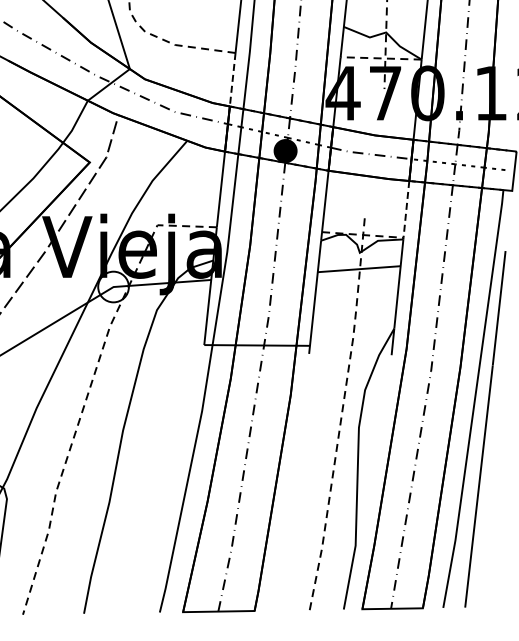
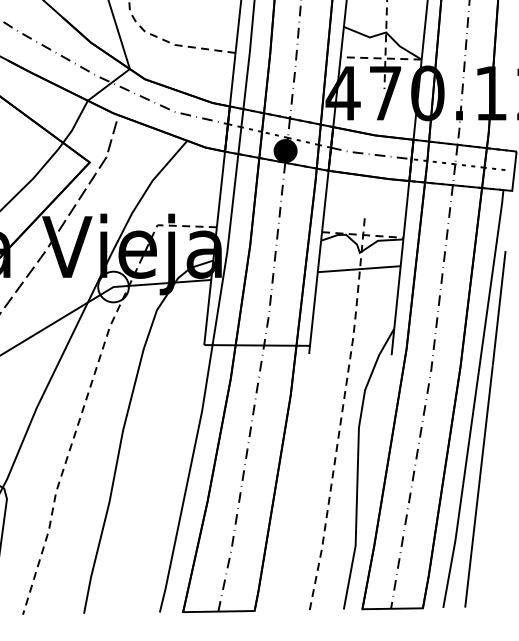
line at (232, 79): dashed -> solid
line at (406, 209): dashed -> solid
